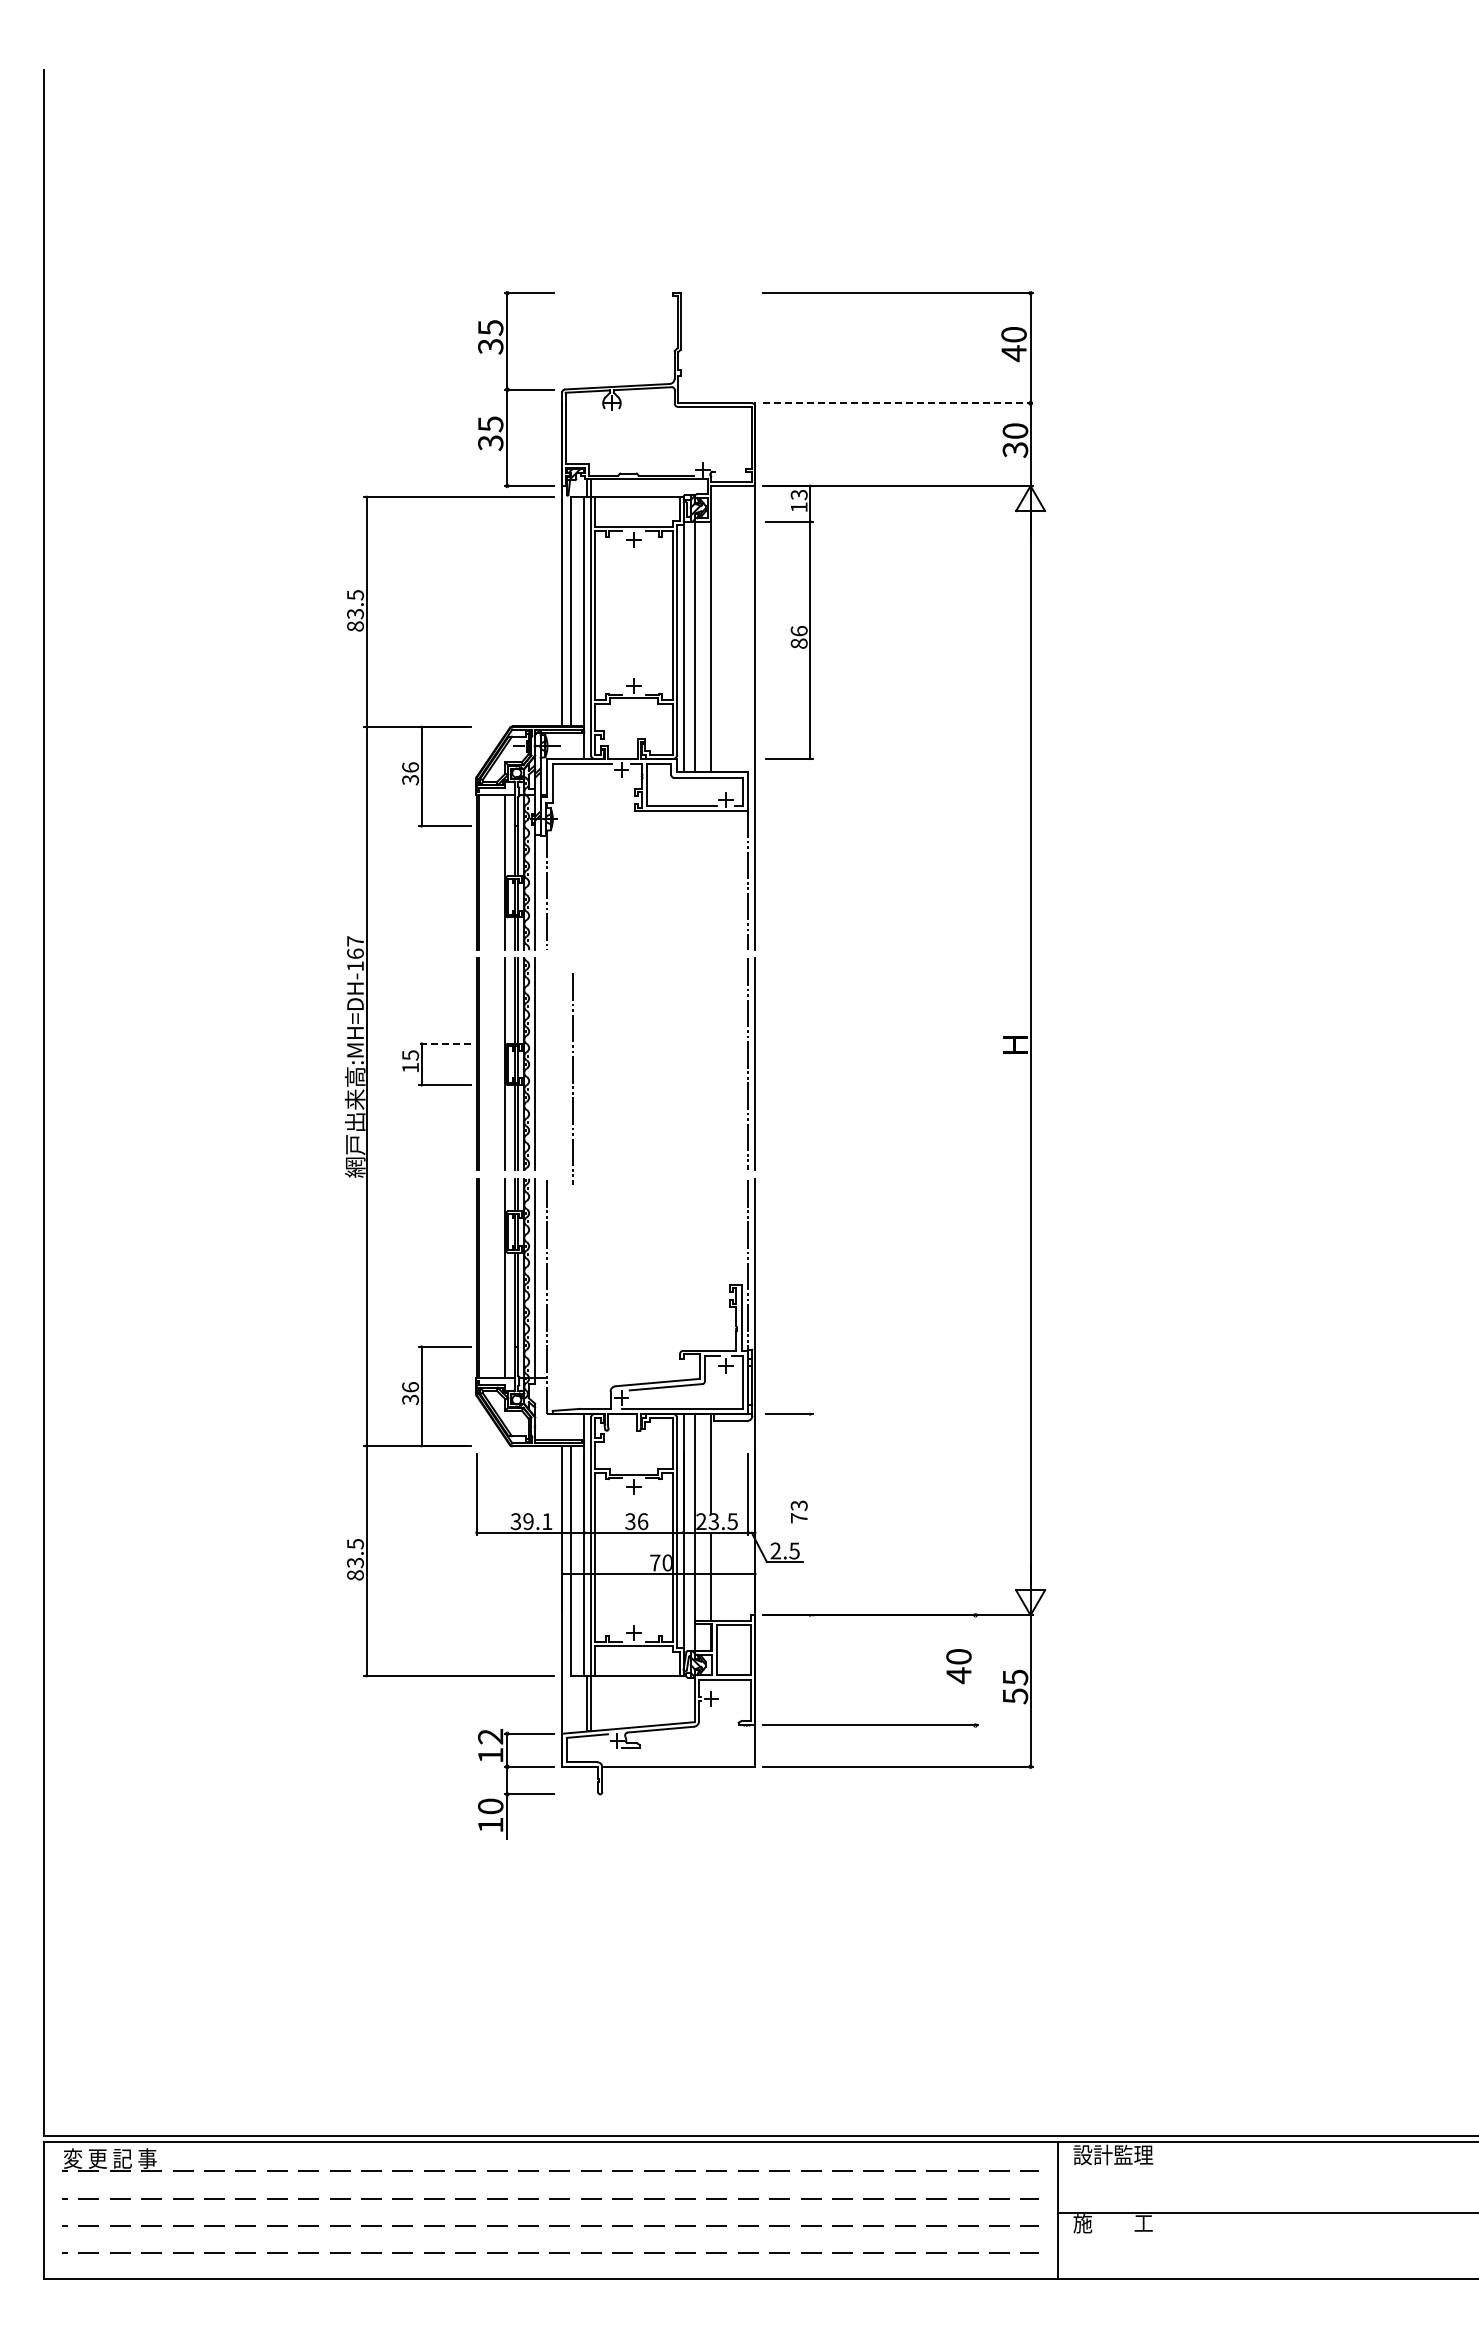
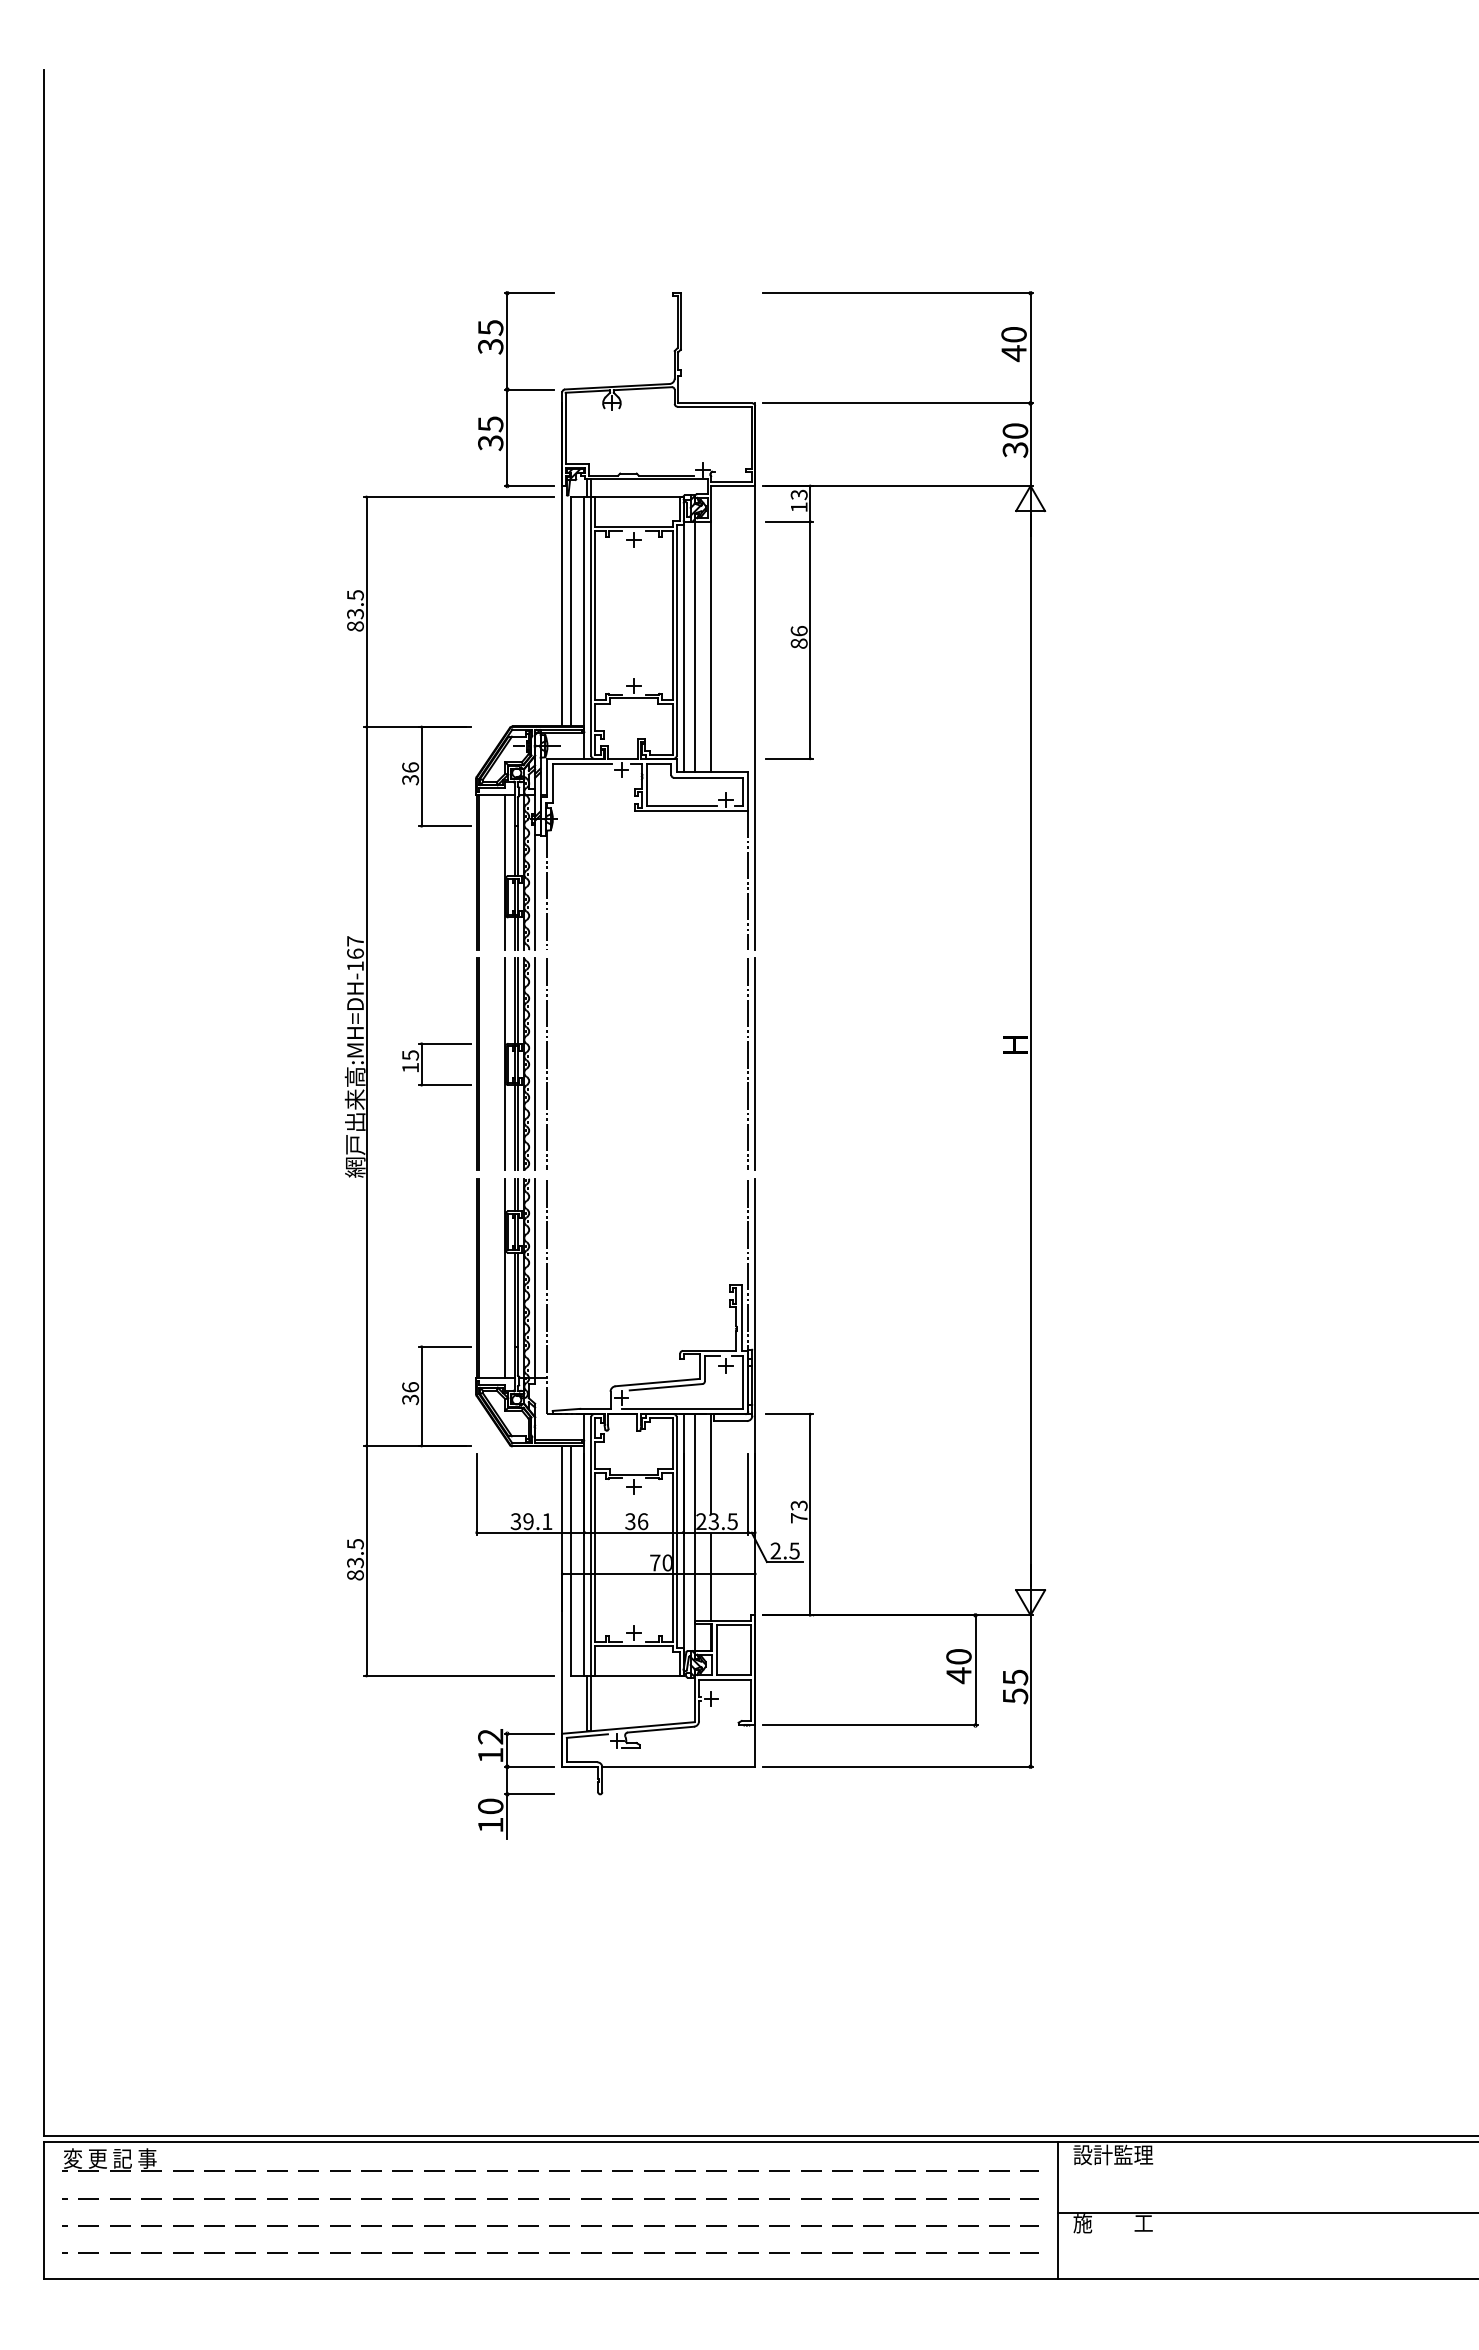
line at (898, 403): dashed -> solid
line at (444, 1043): dashed -> solid
line at (572, 1078) position: (572, 1078) -> (546, 1063)
line at (810, 1514): none -> present
line at (975, 1670): none -> present
